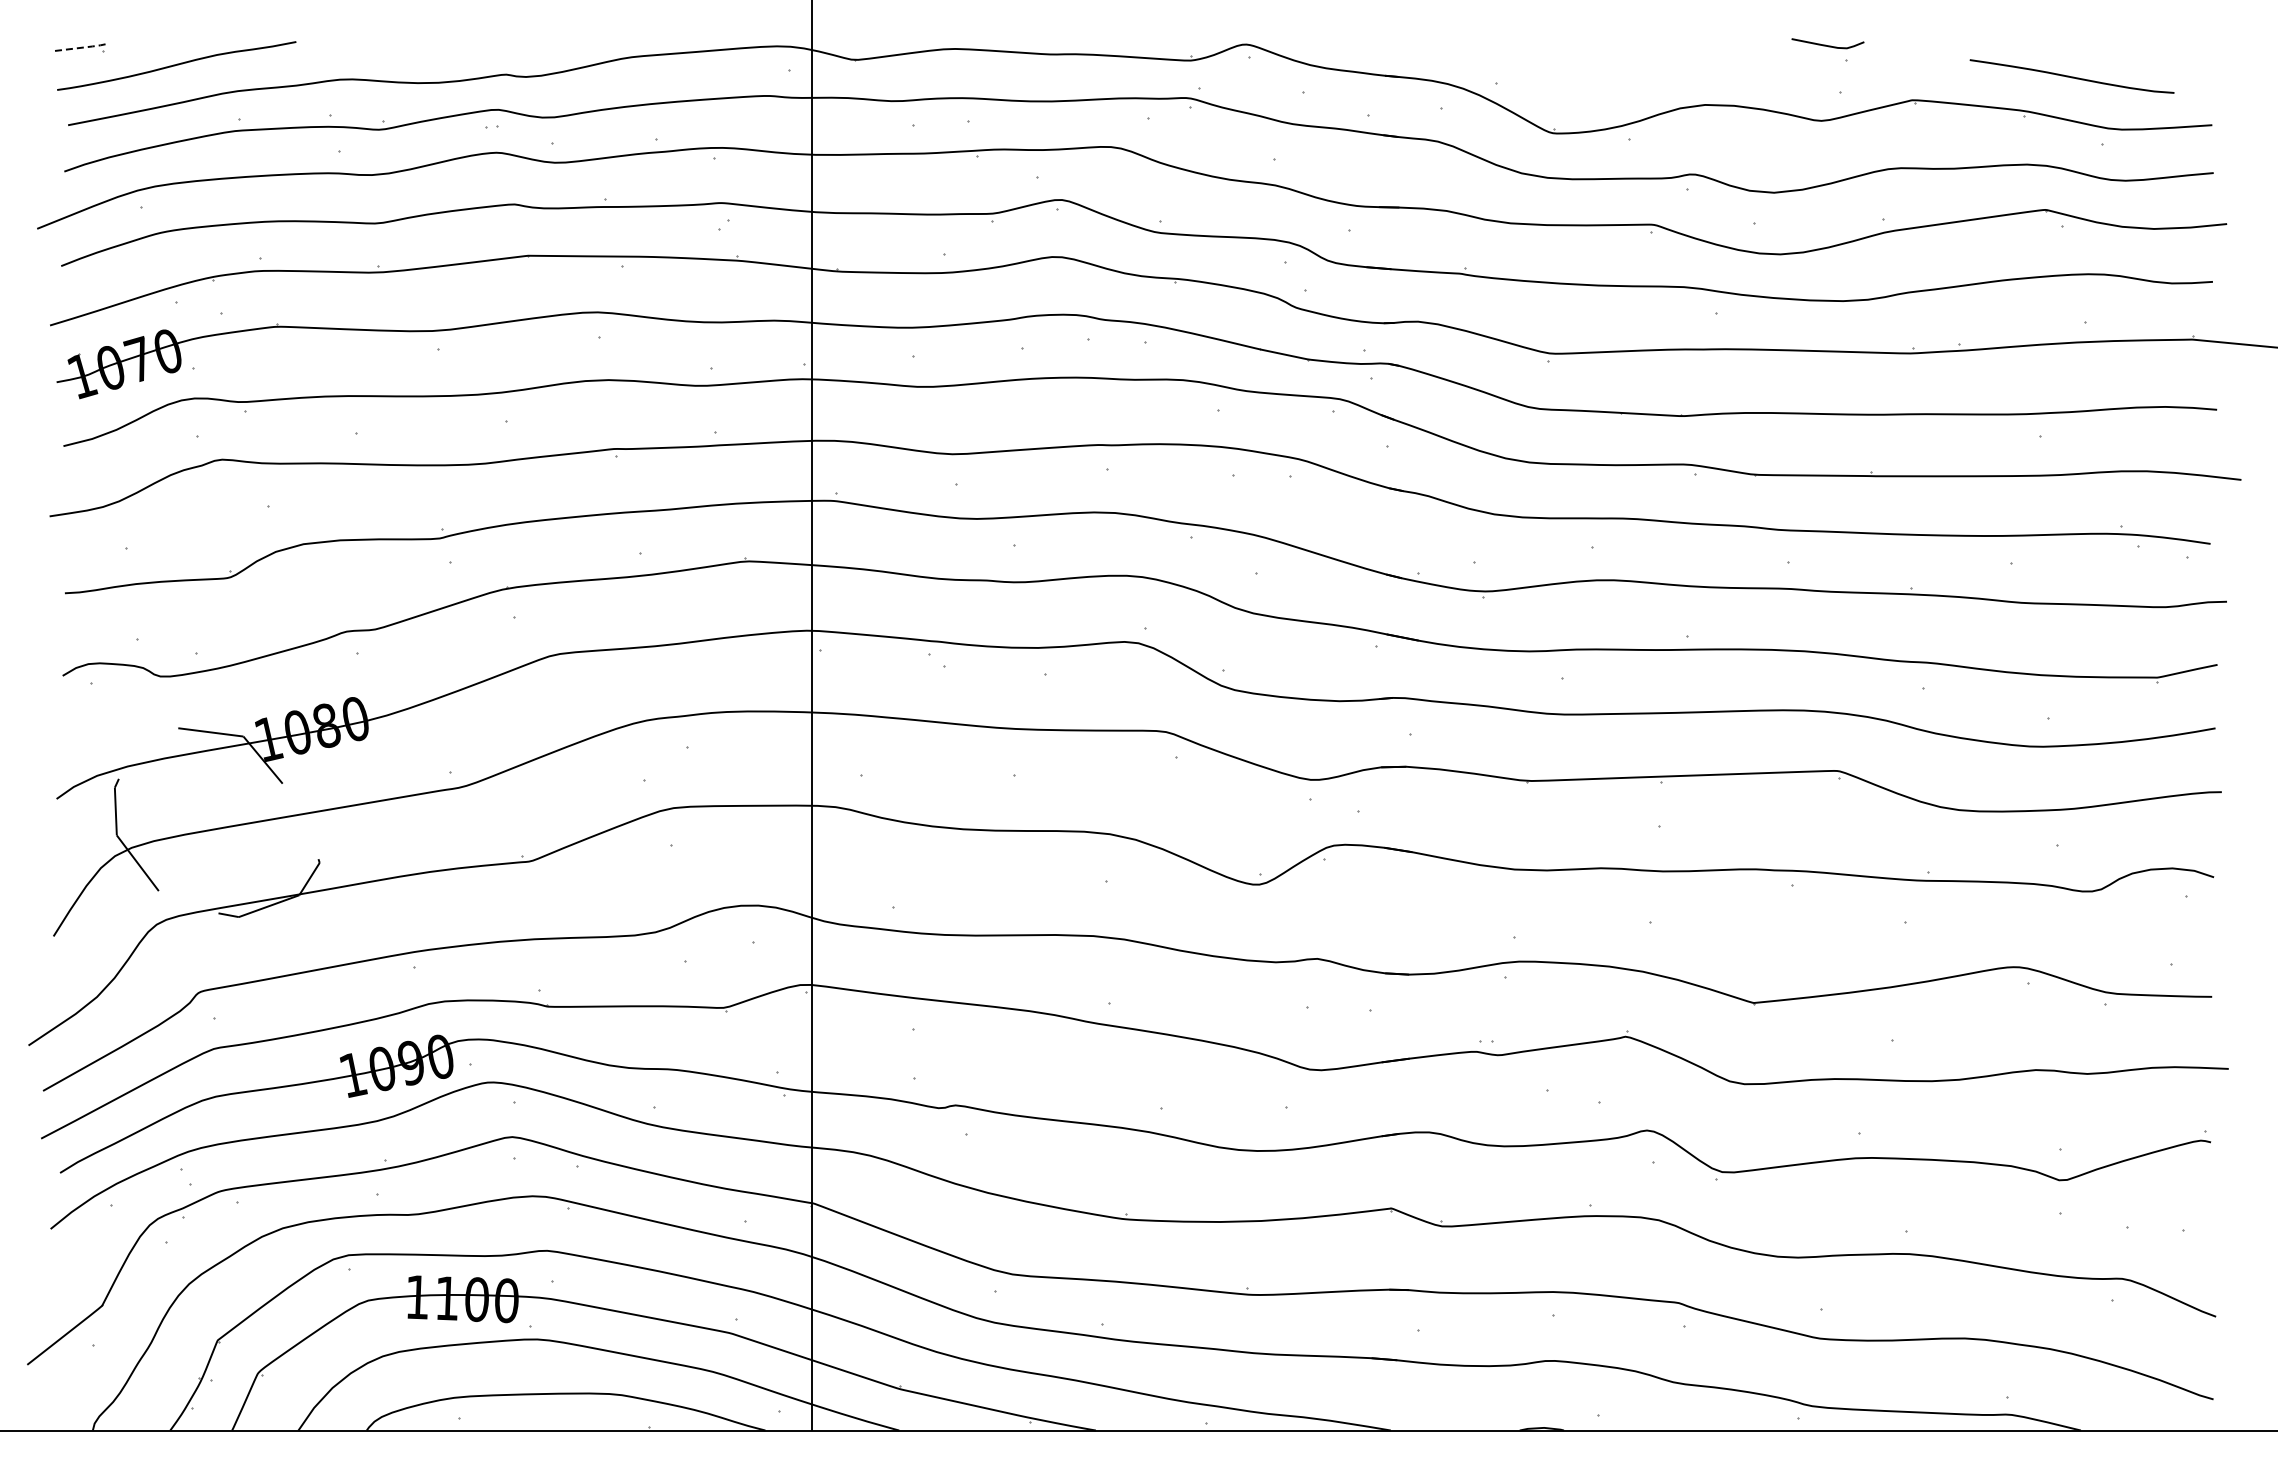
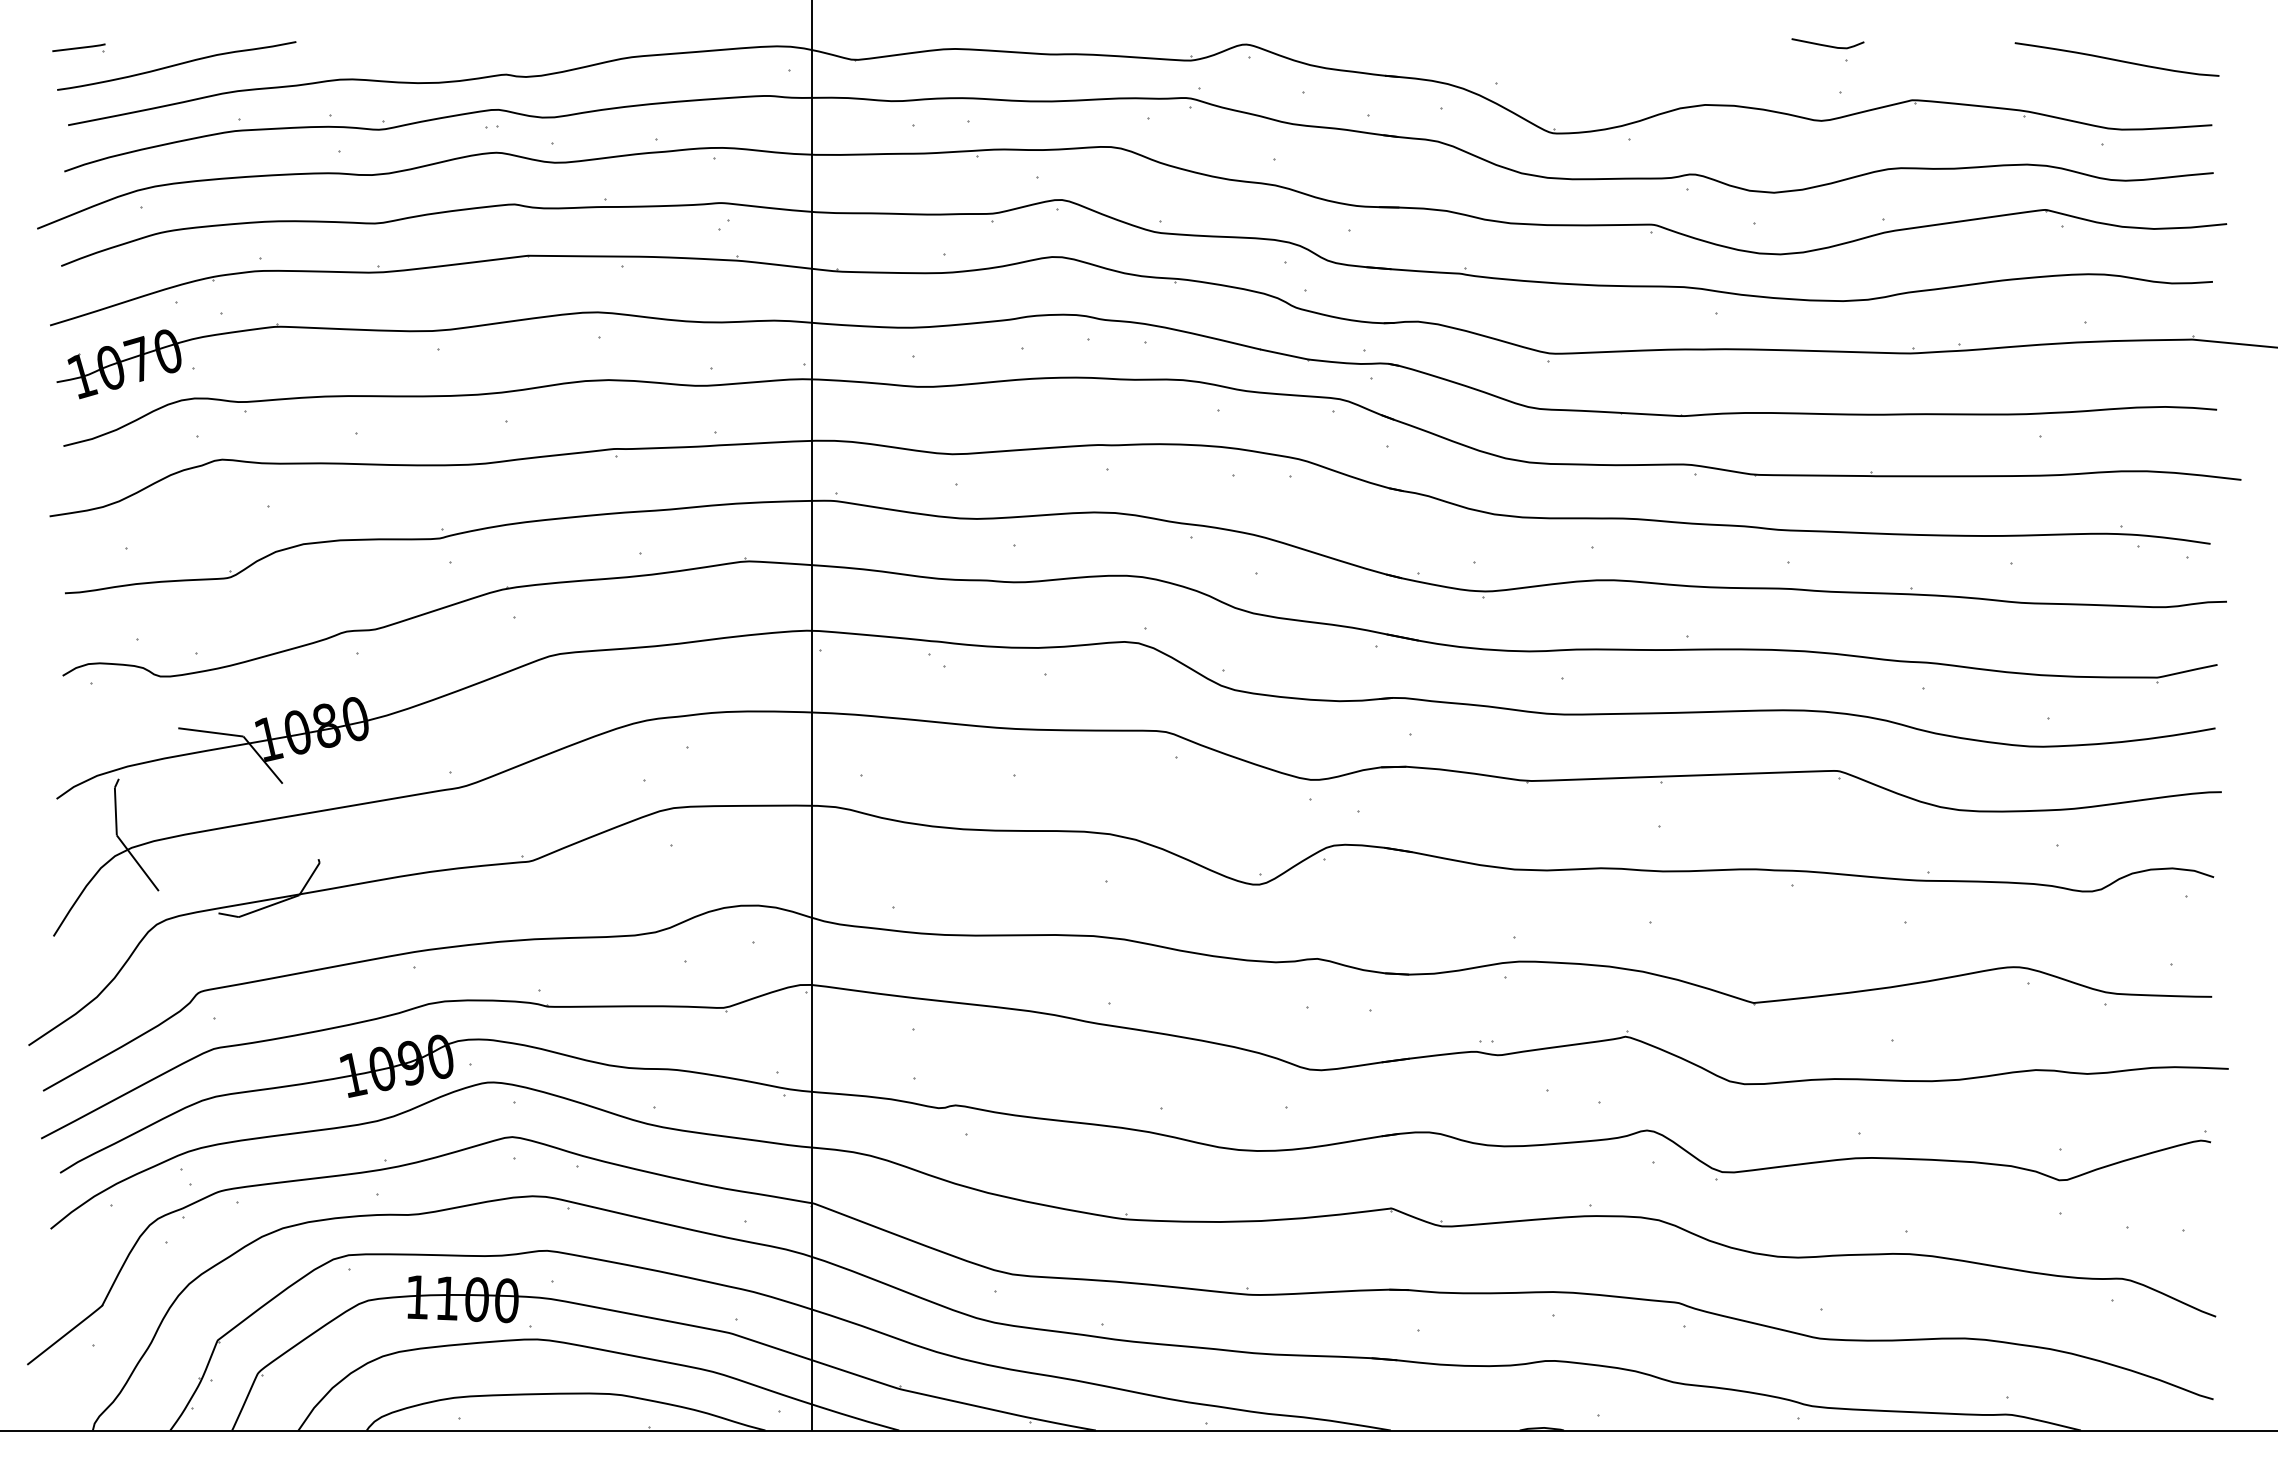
line at (80, 47): dashed -> solid
curve at (2071, 76) position: (2071, 76) -> (2116, 59)
